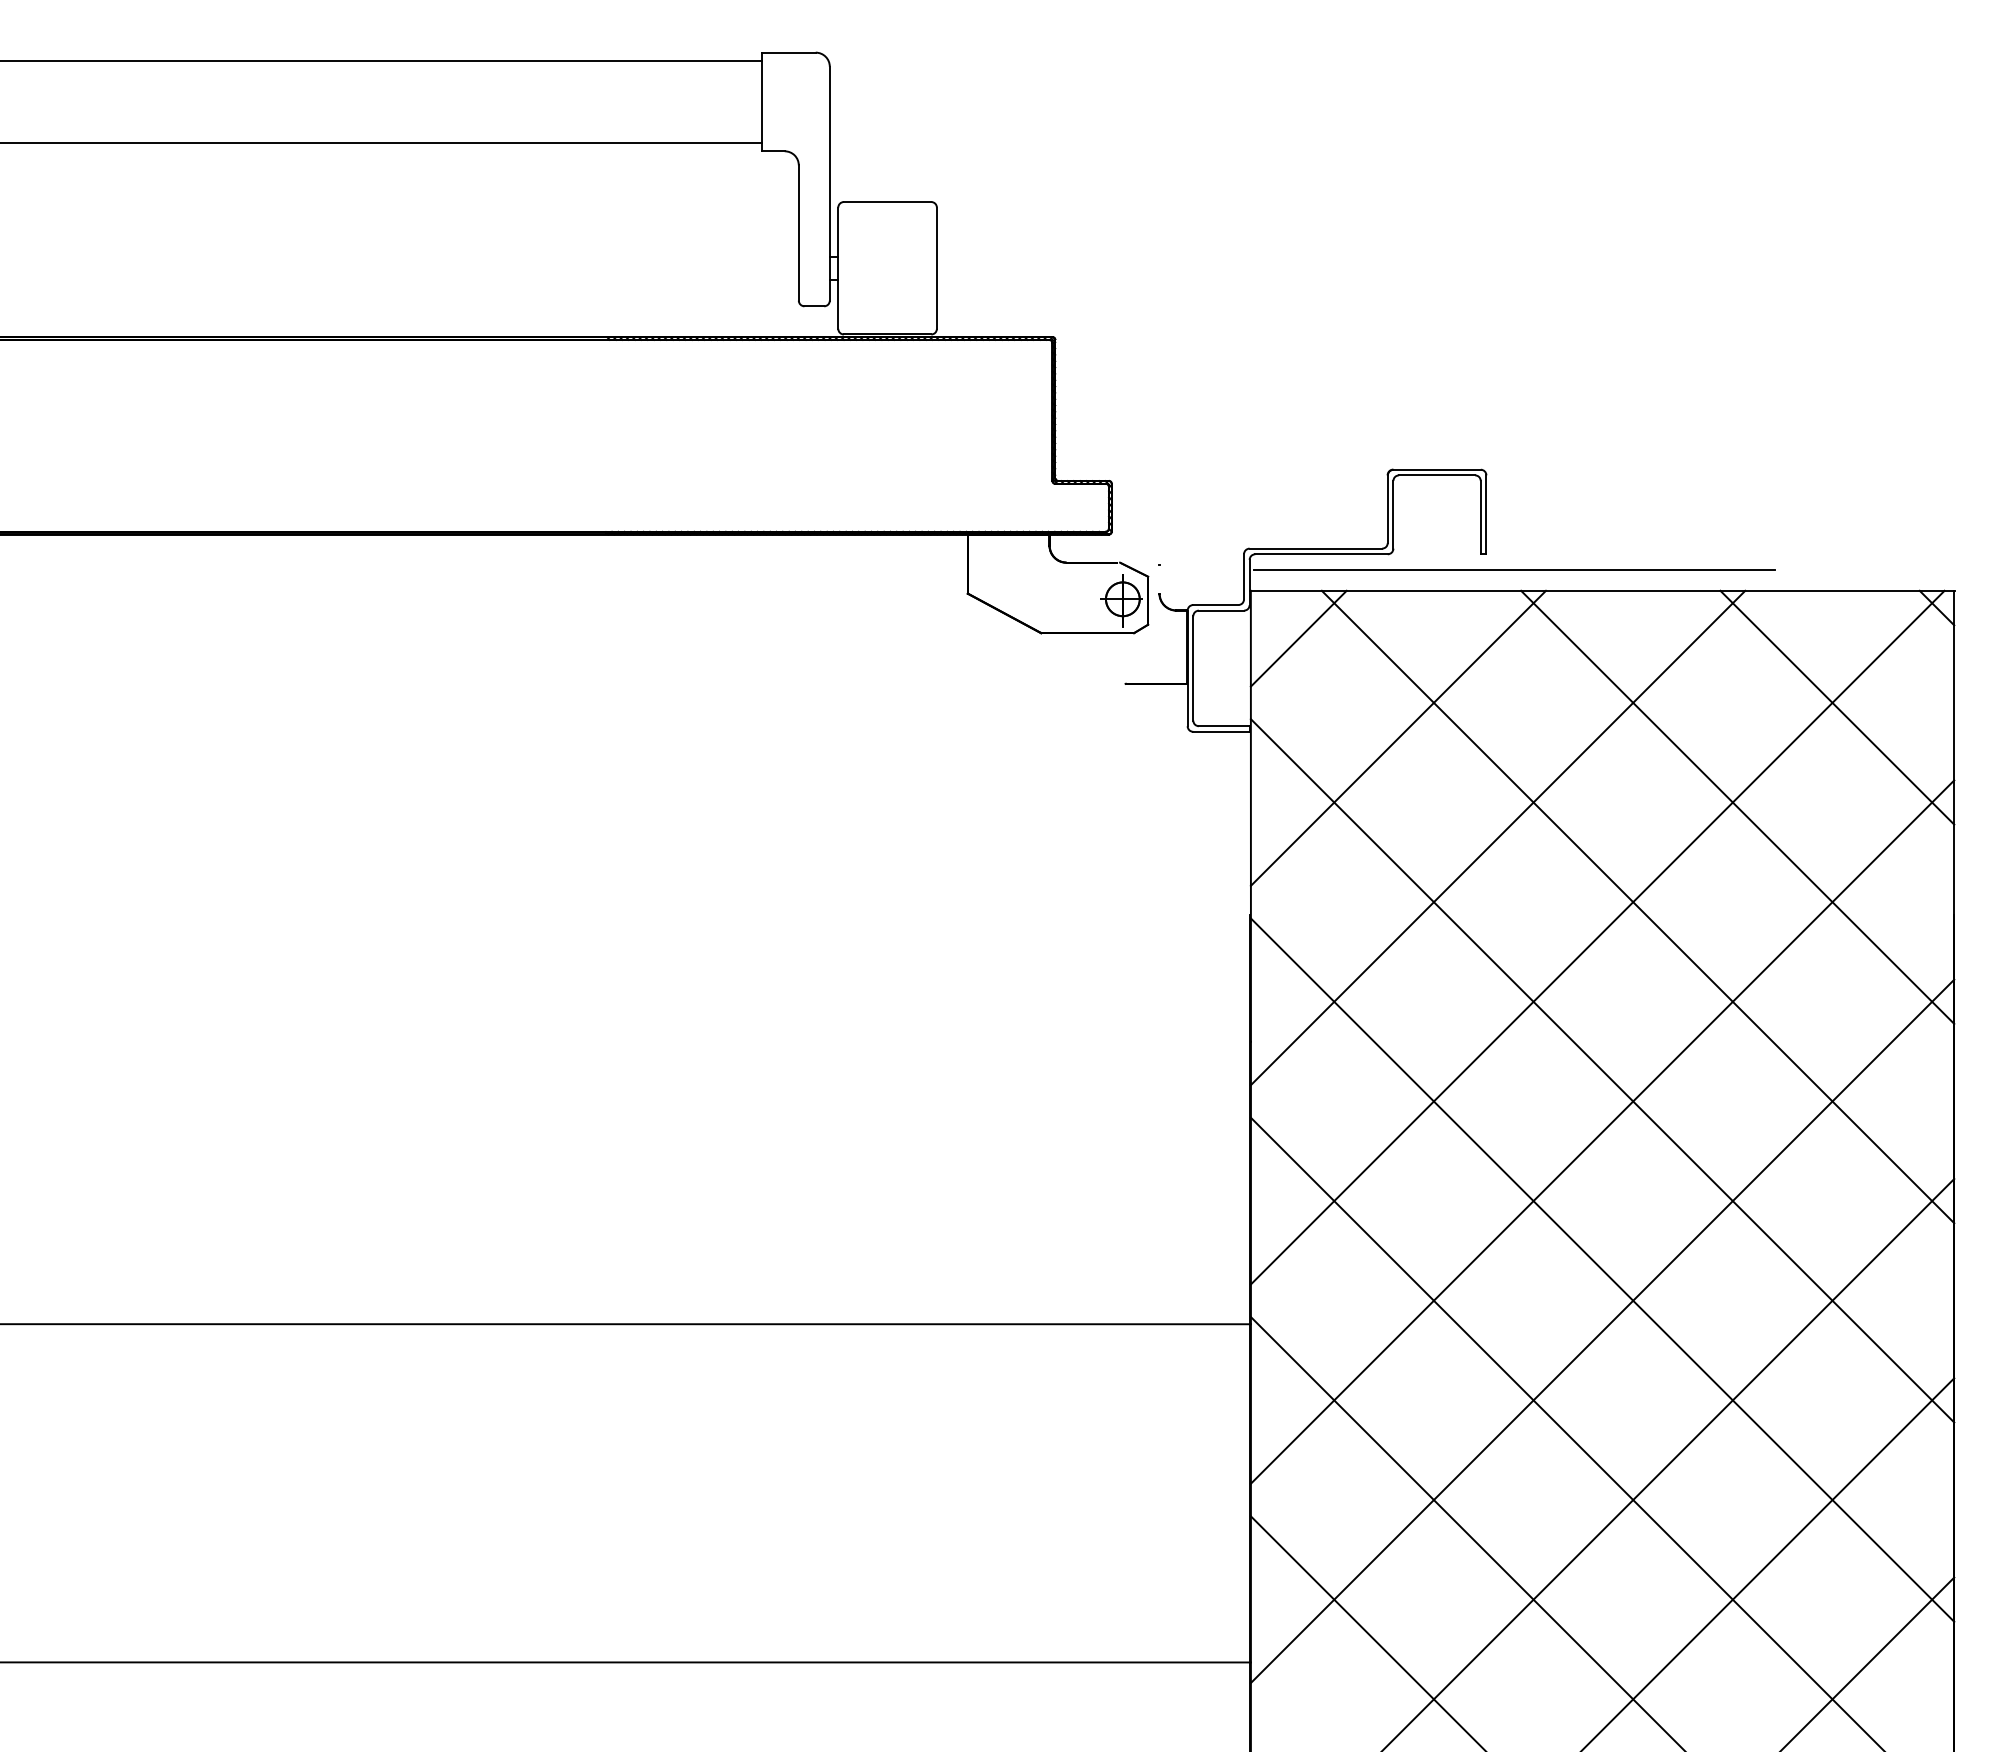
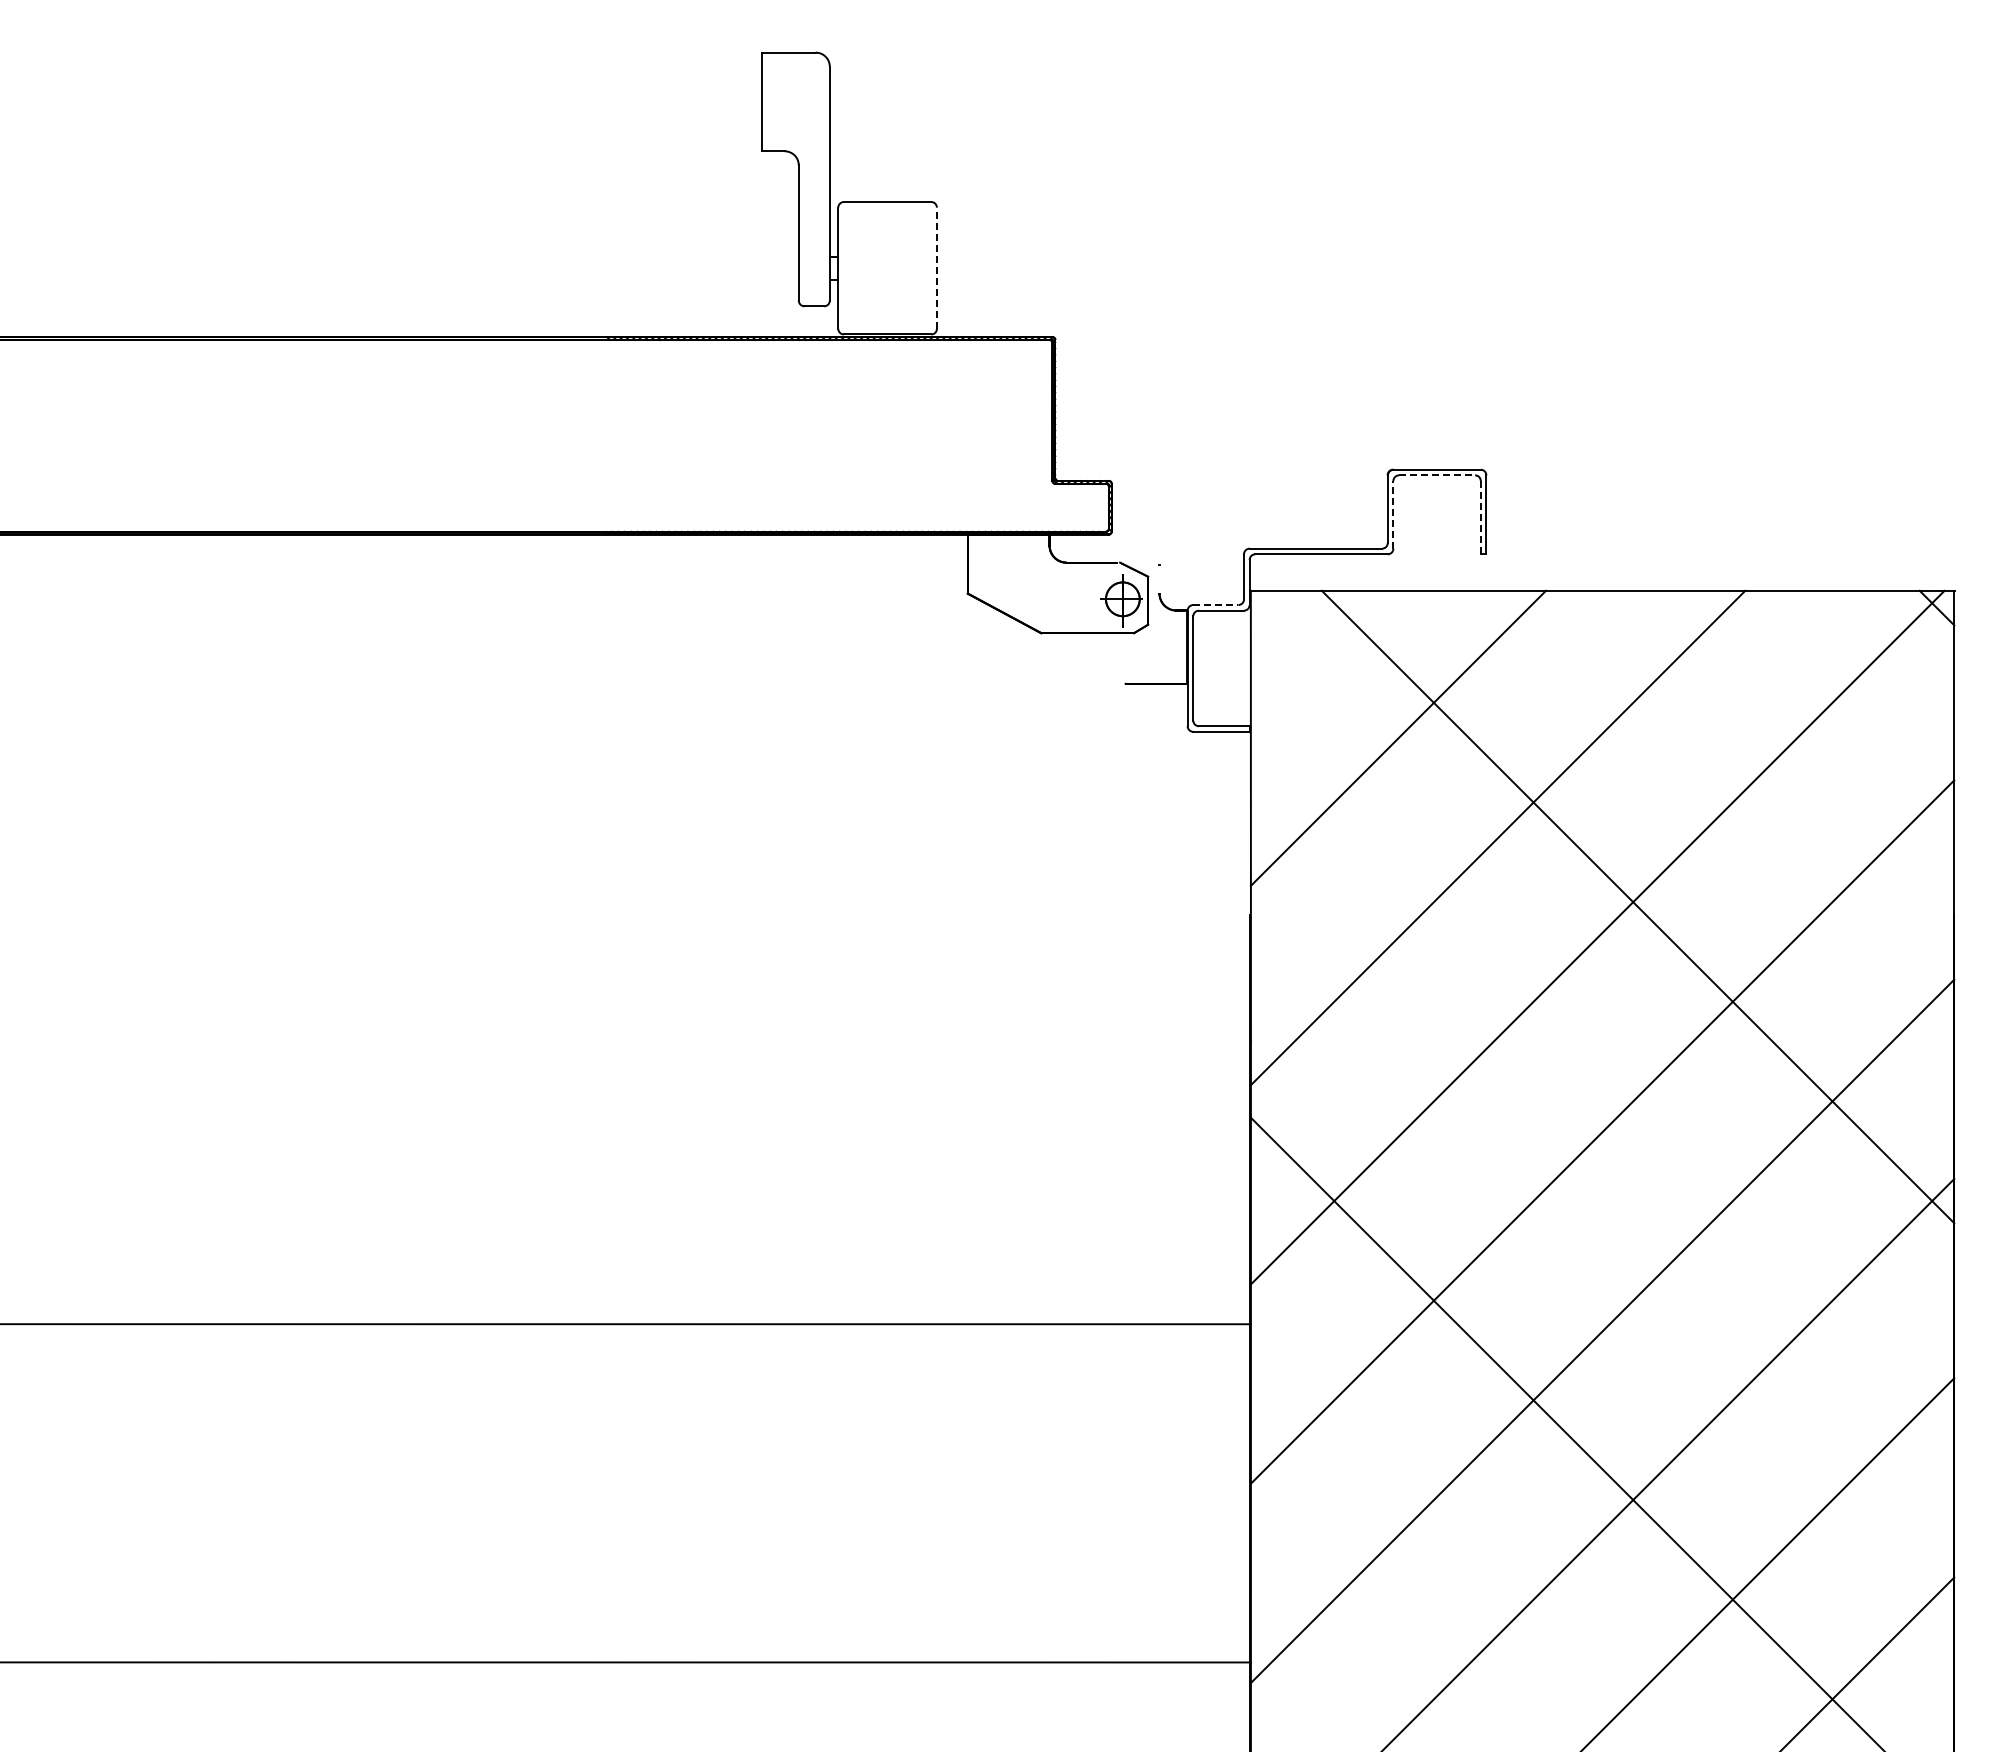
line at (382, 61): present -> none
line at (382, 142): present -> none
line at (936, 268): solid -> dashed
line at (1437, 475): solid -> dashed
line at (1393, 514): solid -> dashed
line at (1480, 517): solid -> dashed
line at (1513, 569): present -> none
line at (1215, 605): solid -> dashed
line at (1298, 638): present -> none
line at (1837, 707): present -> none
line at (1737, 806): present -> none
line at (1602, 1070): present -> none
line at (1602, 1269): present -> none
line at (1466, 1532): present -> none
line at (1366, 1632): present -> none
